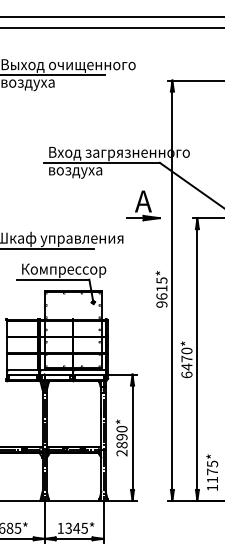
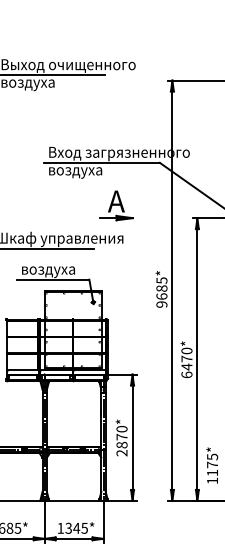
line at (111, 16): present -> none
line at (111, 27): present -> none
part at (143, 205) position: (143, 205) -> (116, 205)
text at (64, 270): Компрессор -> воздуха
text at (161, 288): 9615* -> 9685*
text at (121, 437): 2890* -> 2870*
text at (212, 472) position: (212, 472) -> (212, 465)
